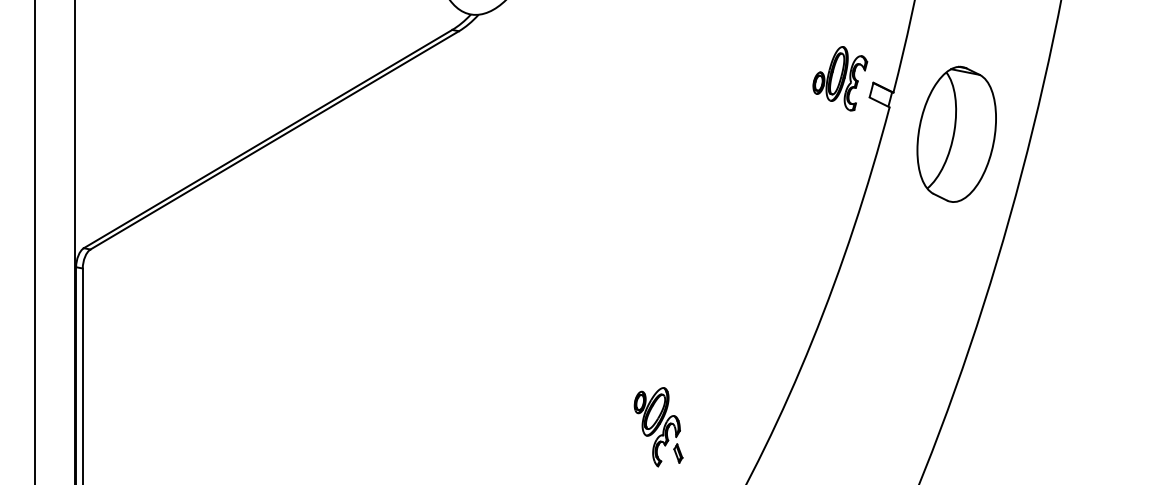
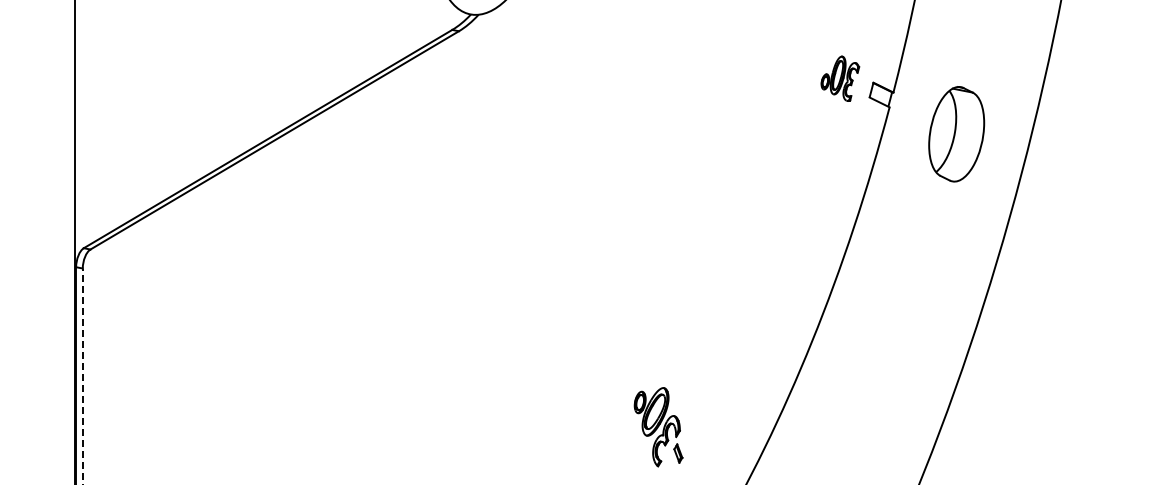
part at (840, 78) size: 57x66 px -> 41x47 px
part at (956, 133) size: 81x138 px -> 58x97 px
line at (35, 241): present -> none
line at (82, 376): solid -> dashed
